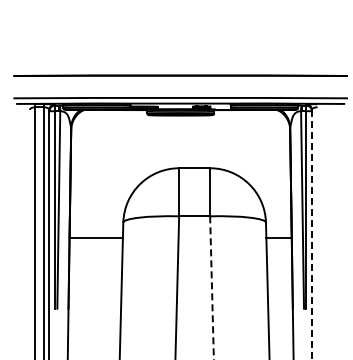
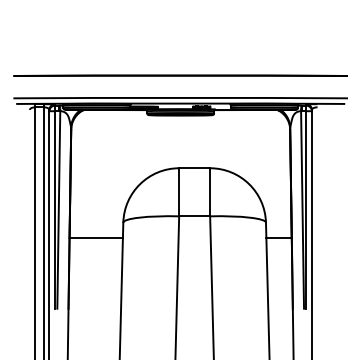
line at (311, 234): dashed -> solid
line at (212, 288): dashed -> solid
